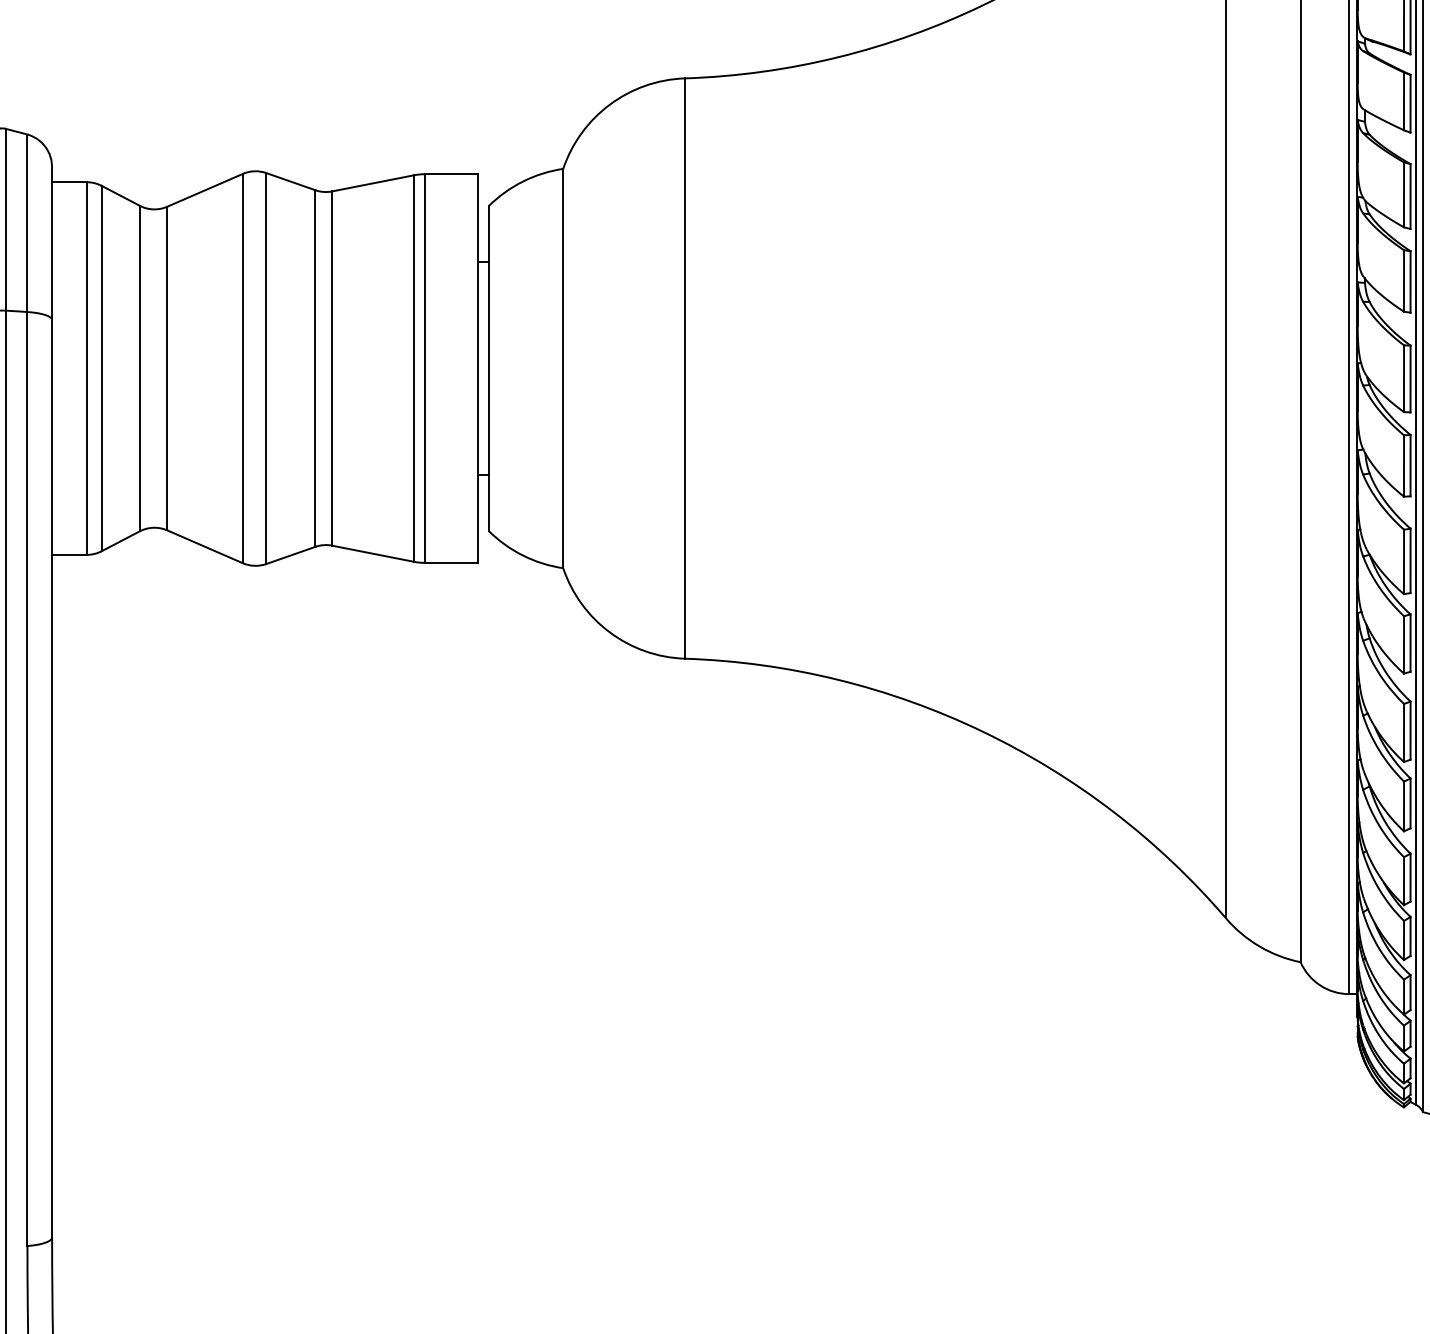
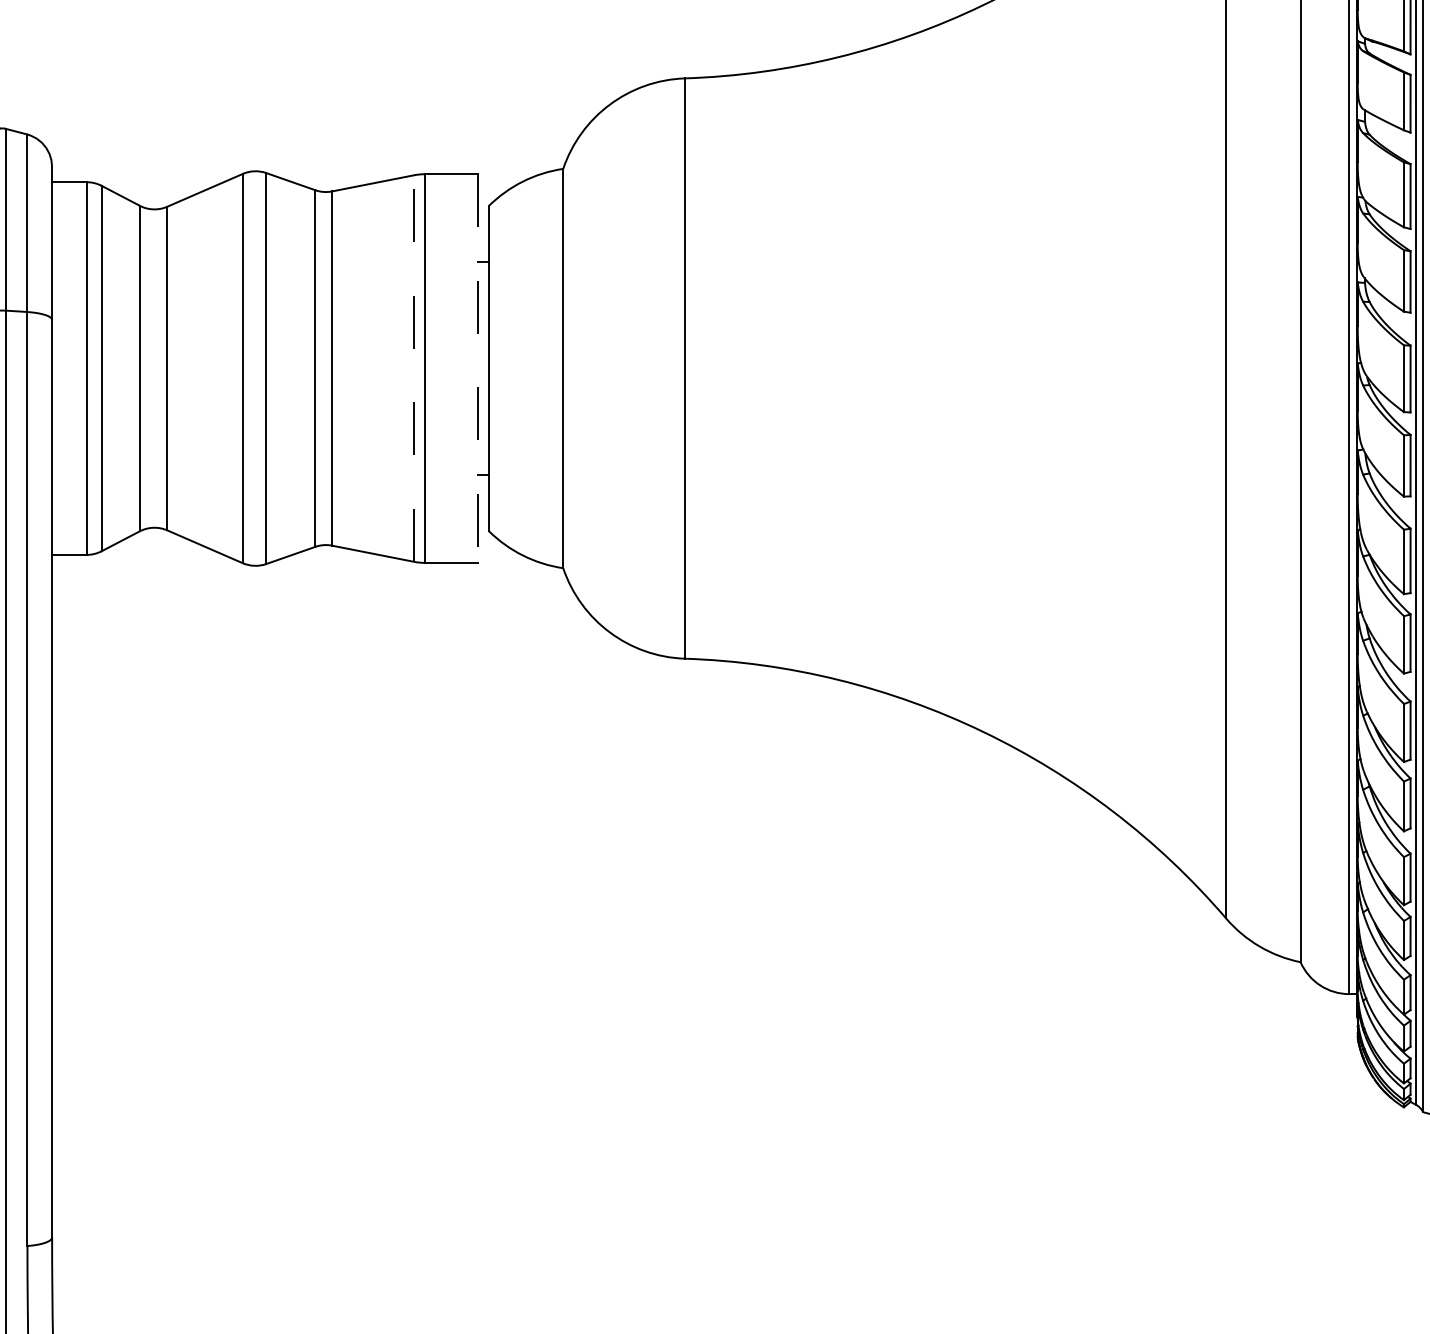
line at (414, 368): solid -> dashed
line at (478, 369): solid -> dashed
